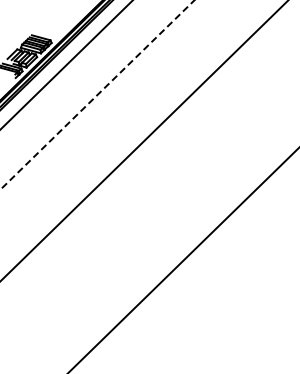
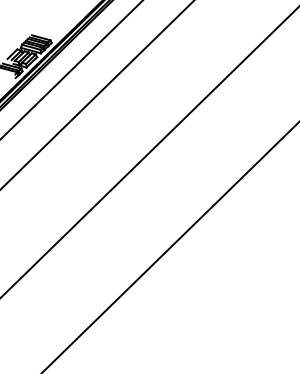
line at (66, 64) position: (66, 64) -> (71, 69)
line at (97, 94): dashed -> solid
line at (144, 140) position: (144, 140) -> (149, 152)
line at (183, 260) position: (183, 260) -> (170, 247)
